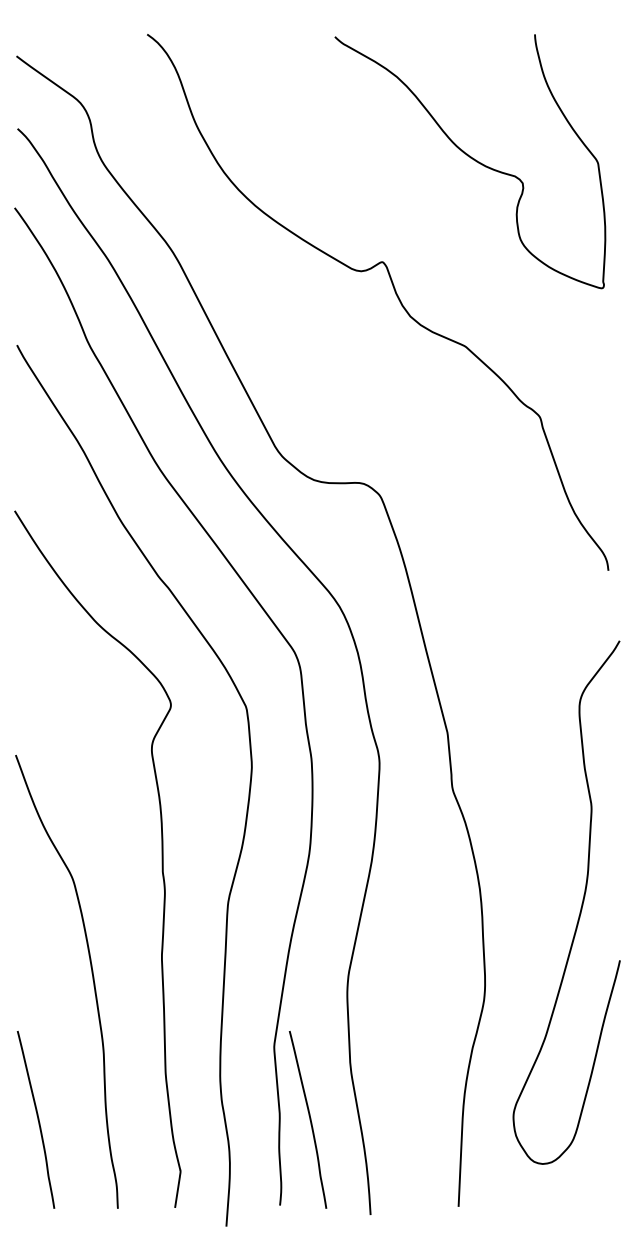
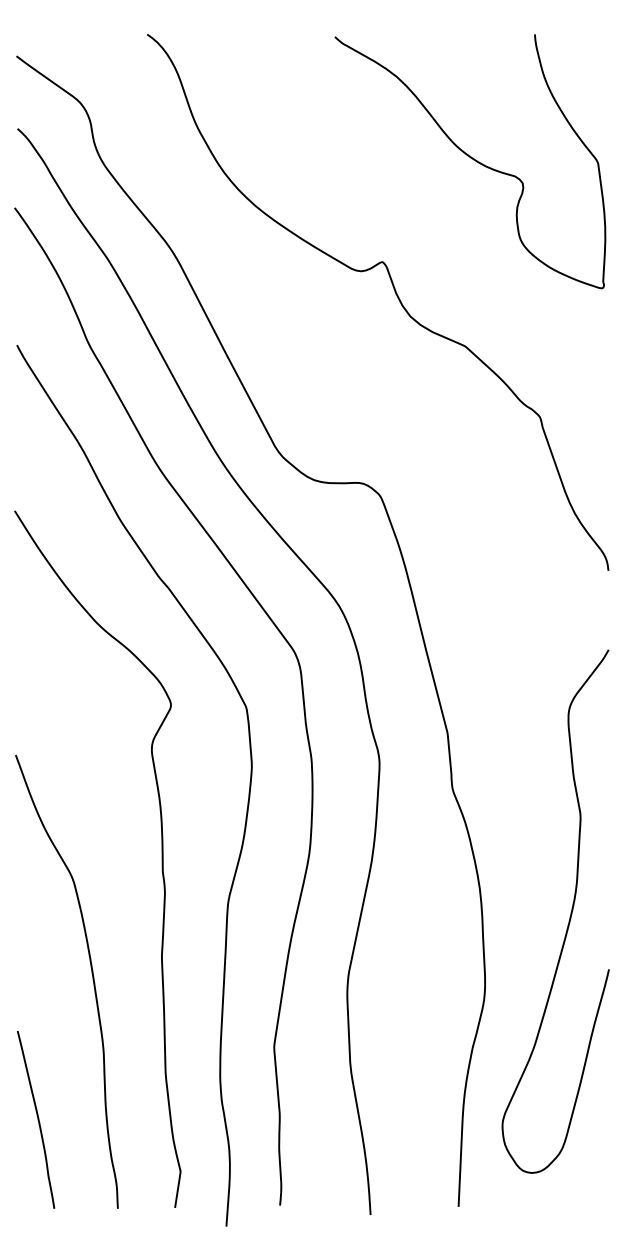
curve at (580, 907) position: (580, 907) -> (569, 916)
curve at (309, 1119): present -> none
